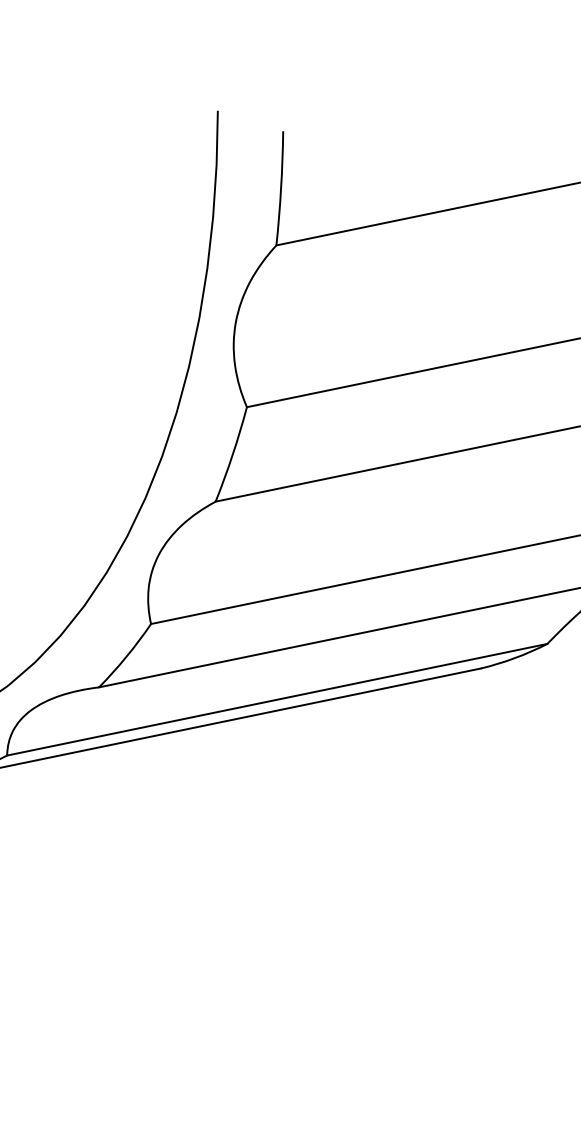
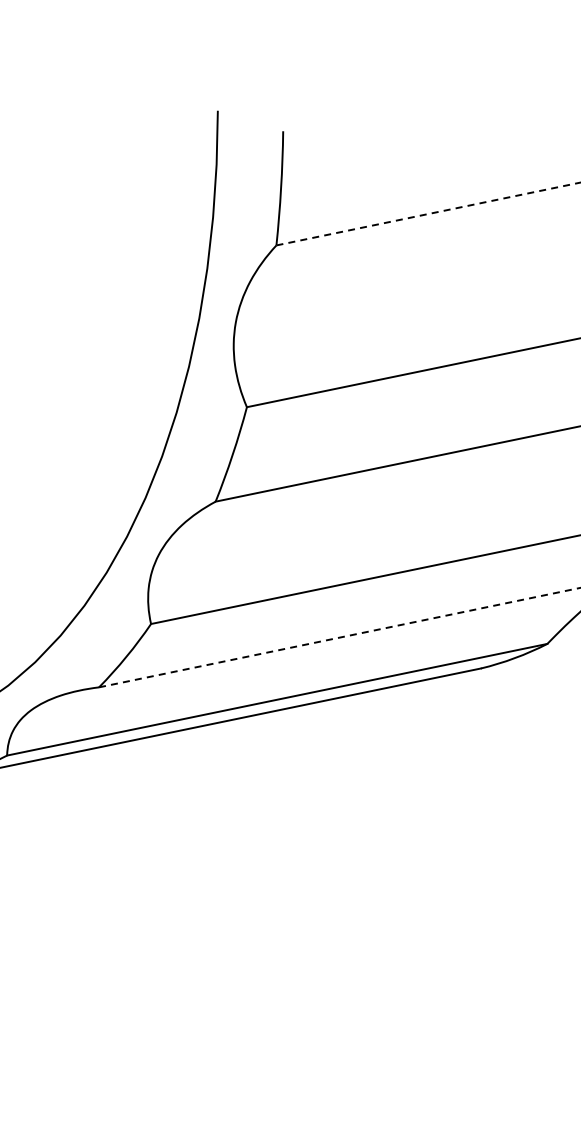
line at (429, 213): solid -> dashed
line at (339, 637): solid -> dashed
